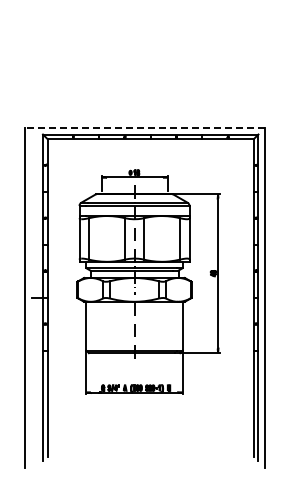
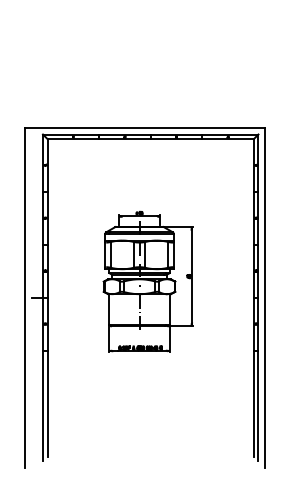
line at (144, 127): dashed -> solid
part at (148, 281) size: 145x226 px -> 92x143 px
